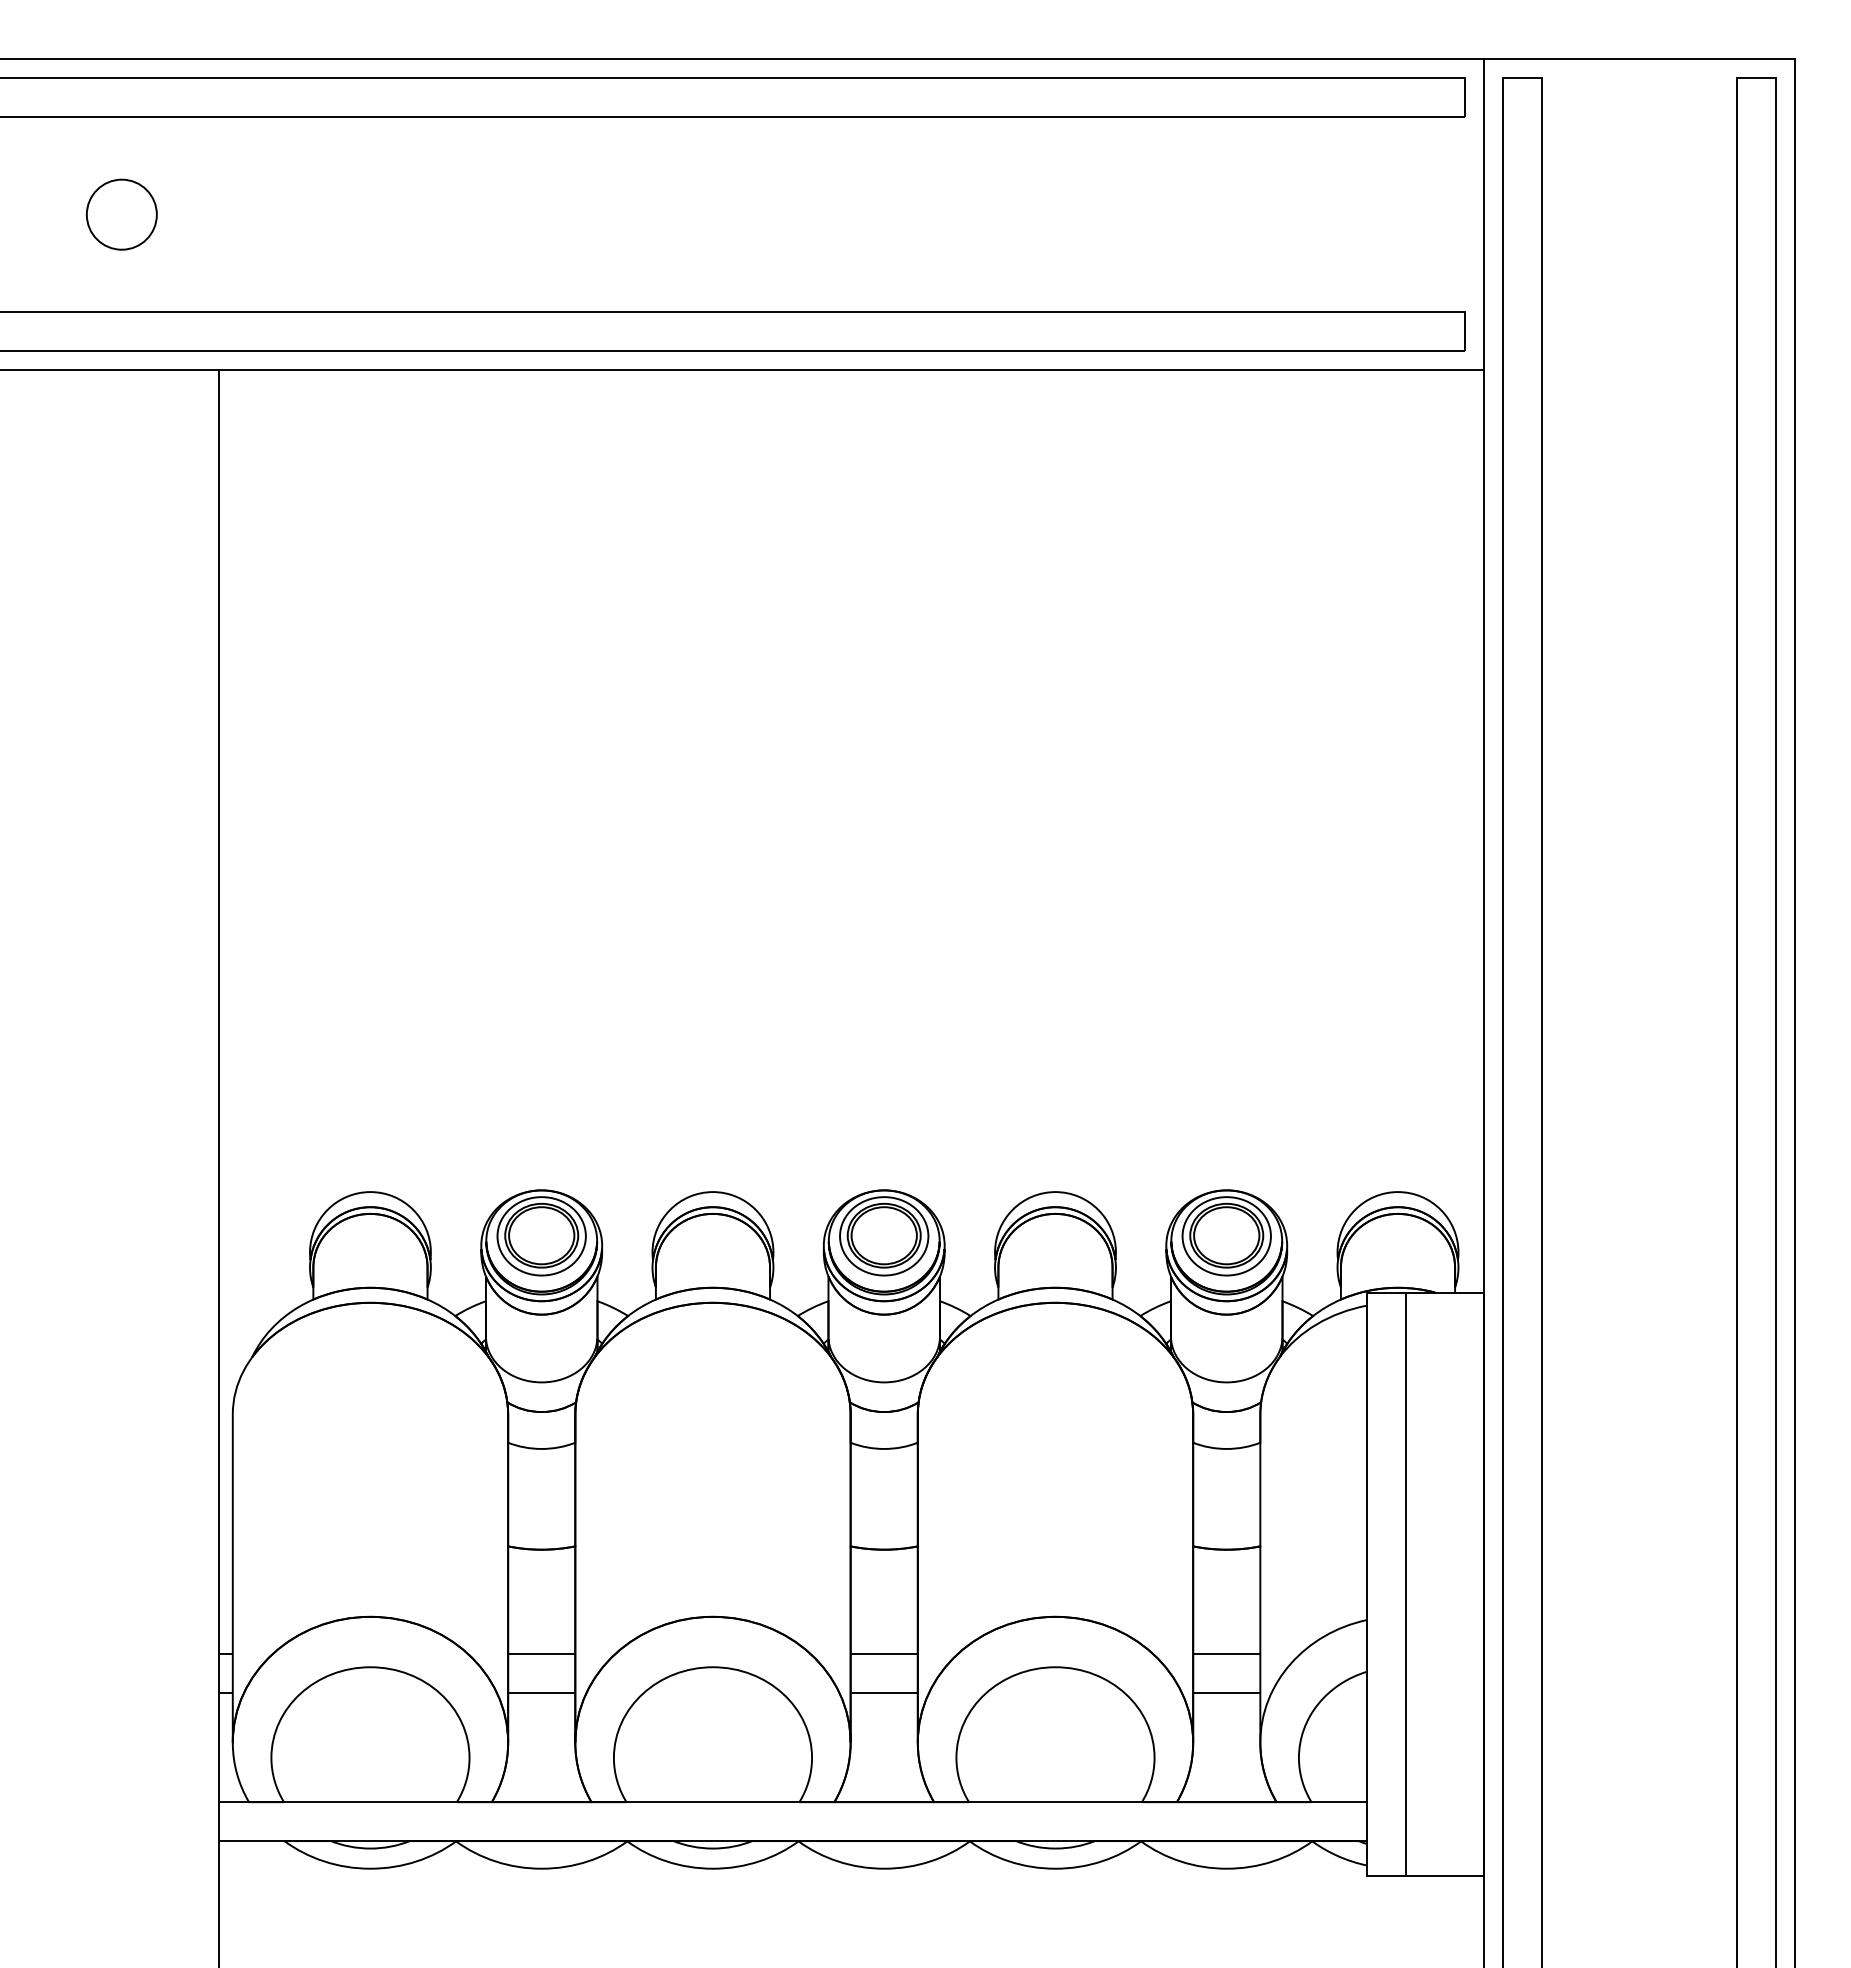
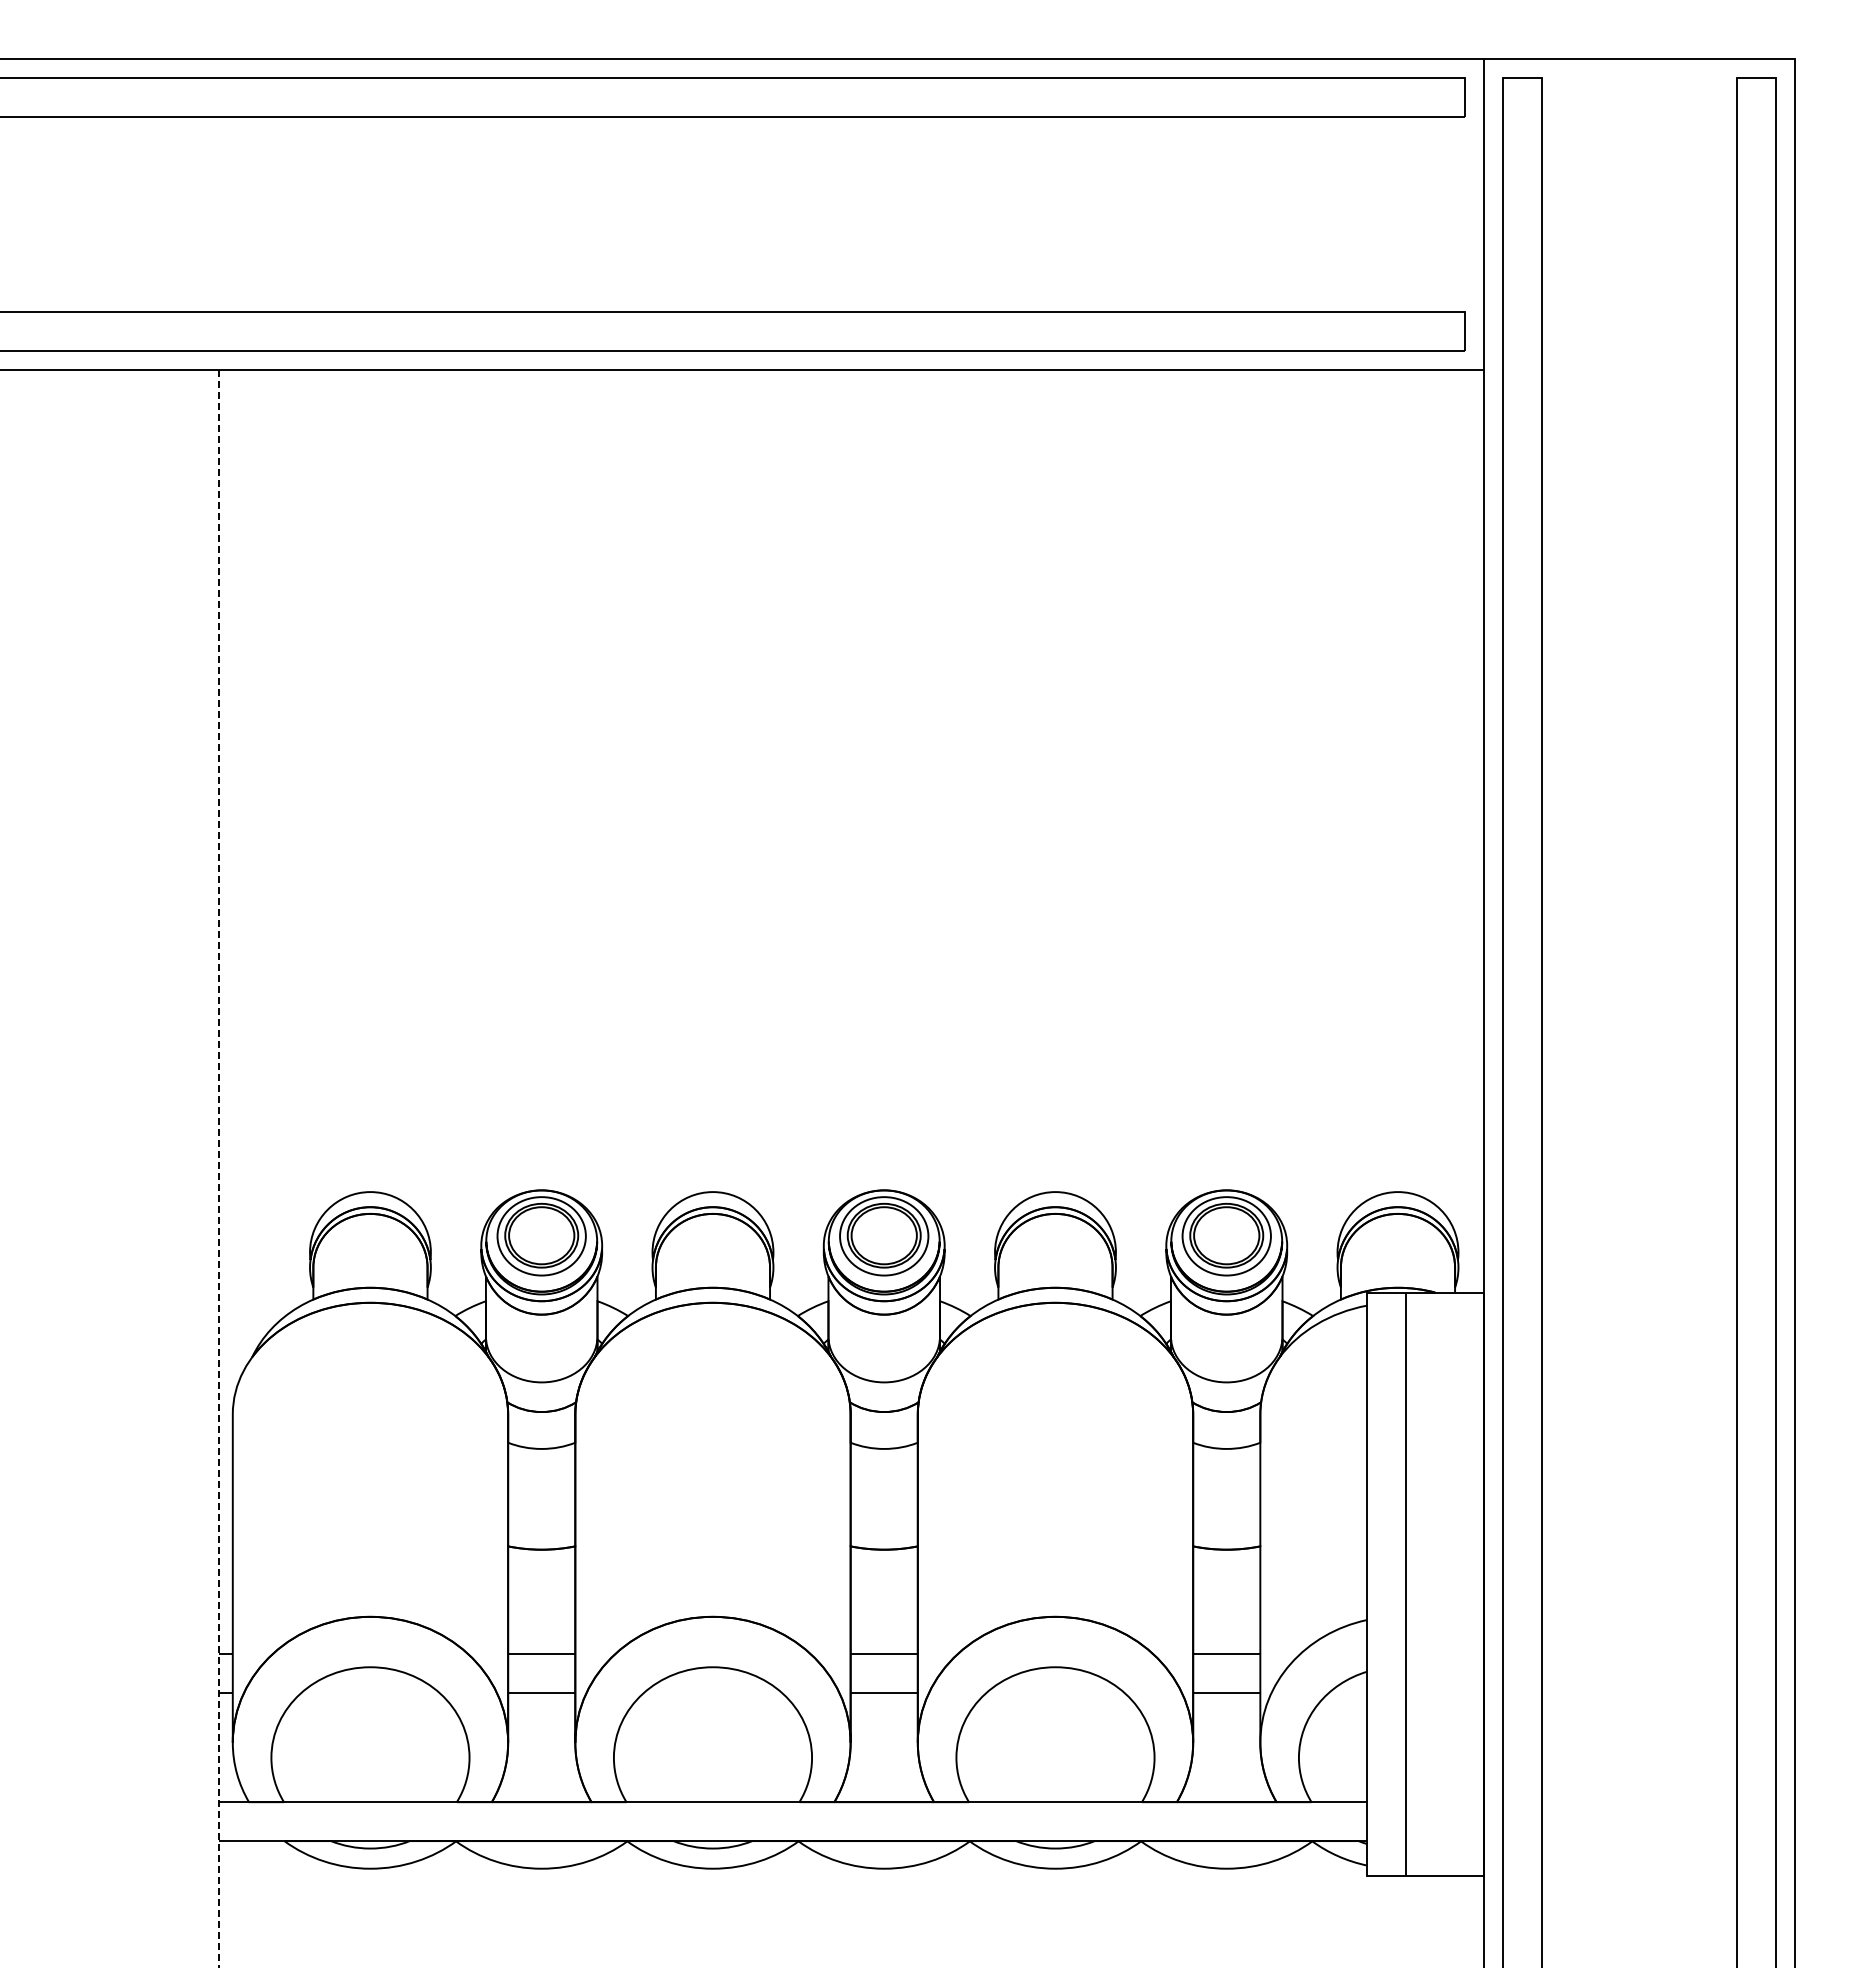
part at (121, 214): present -> none
line at (219, 1169): solid -> dashed
